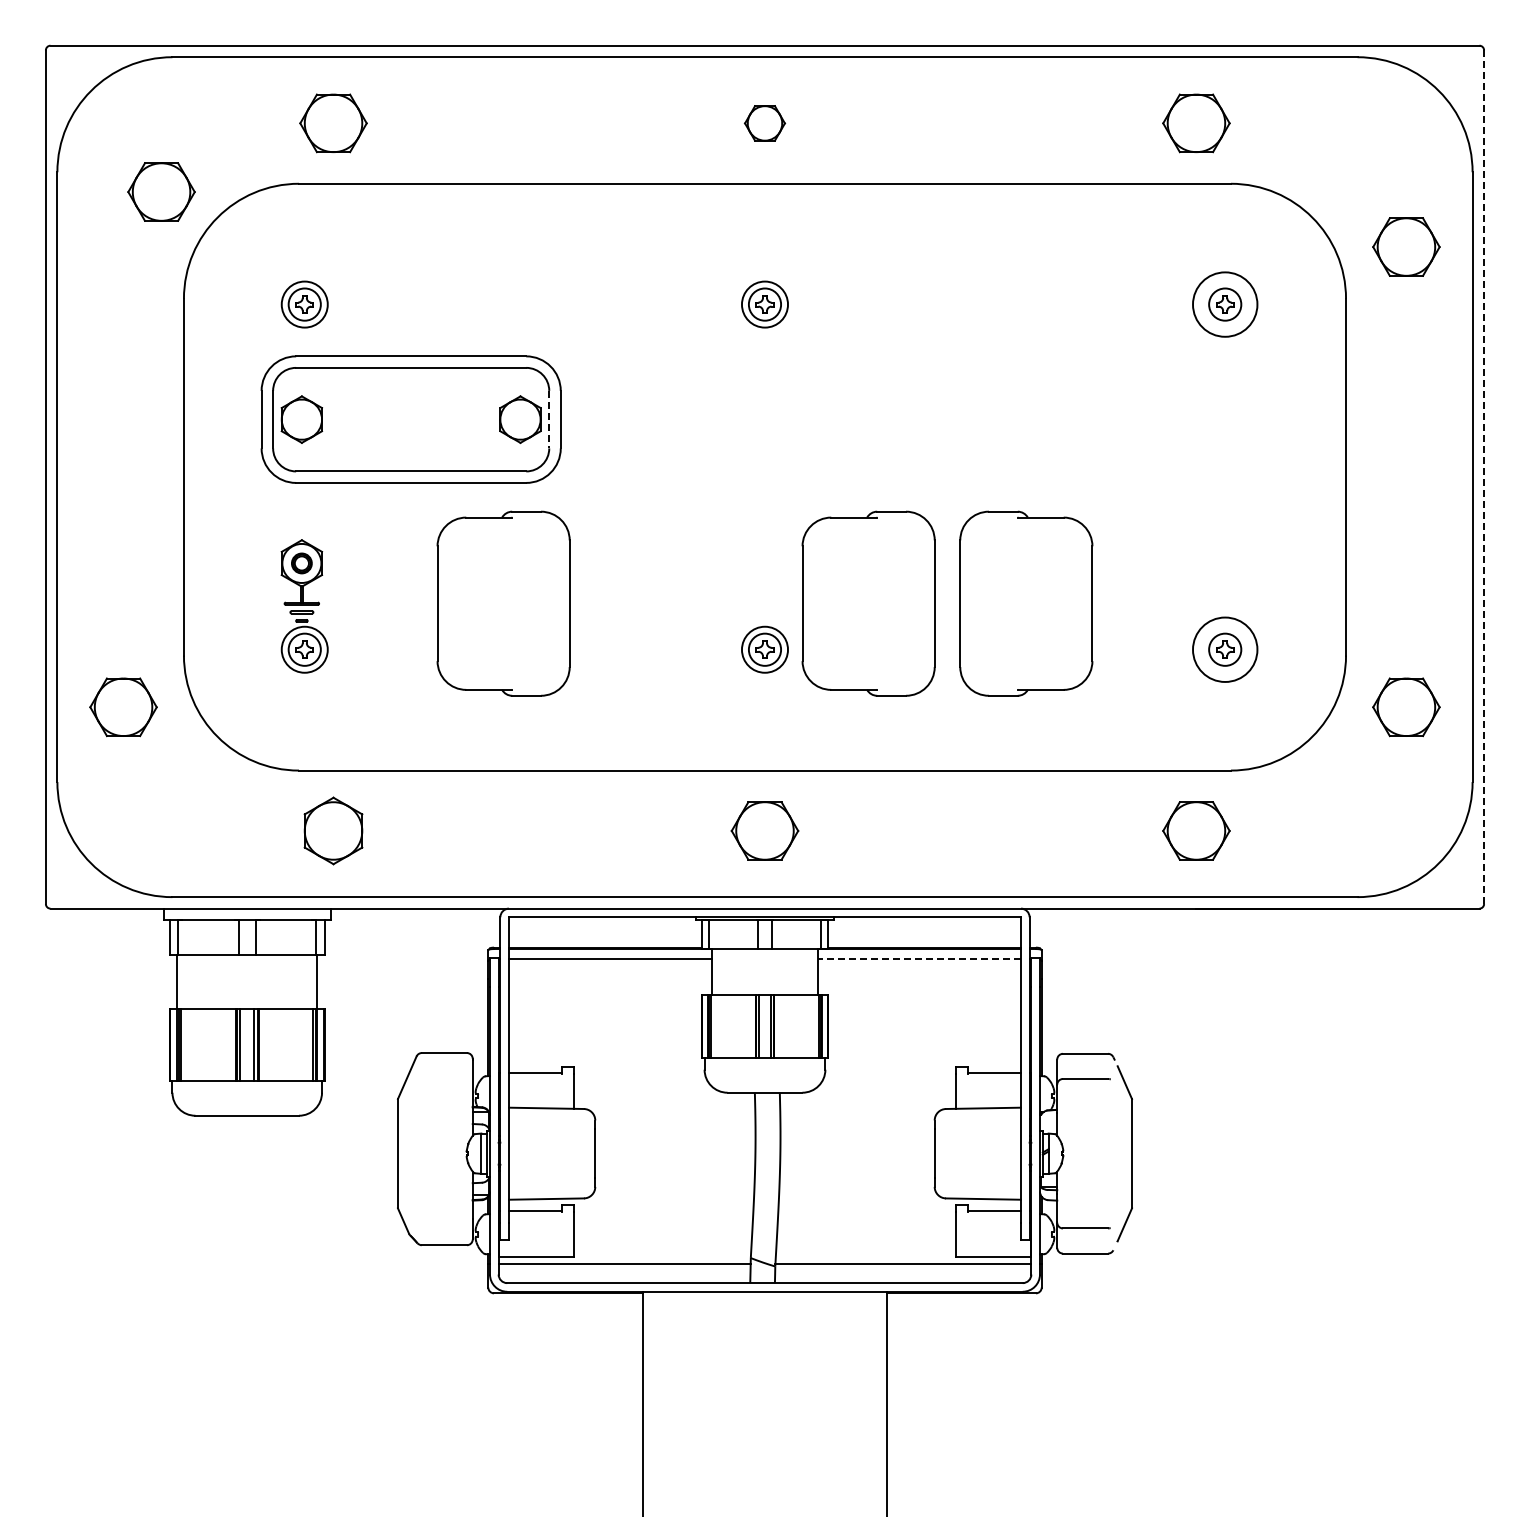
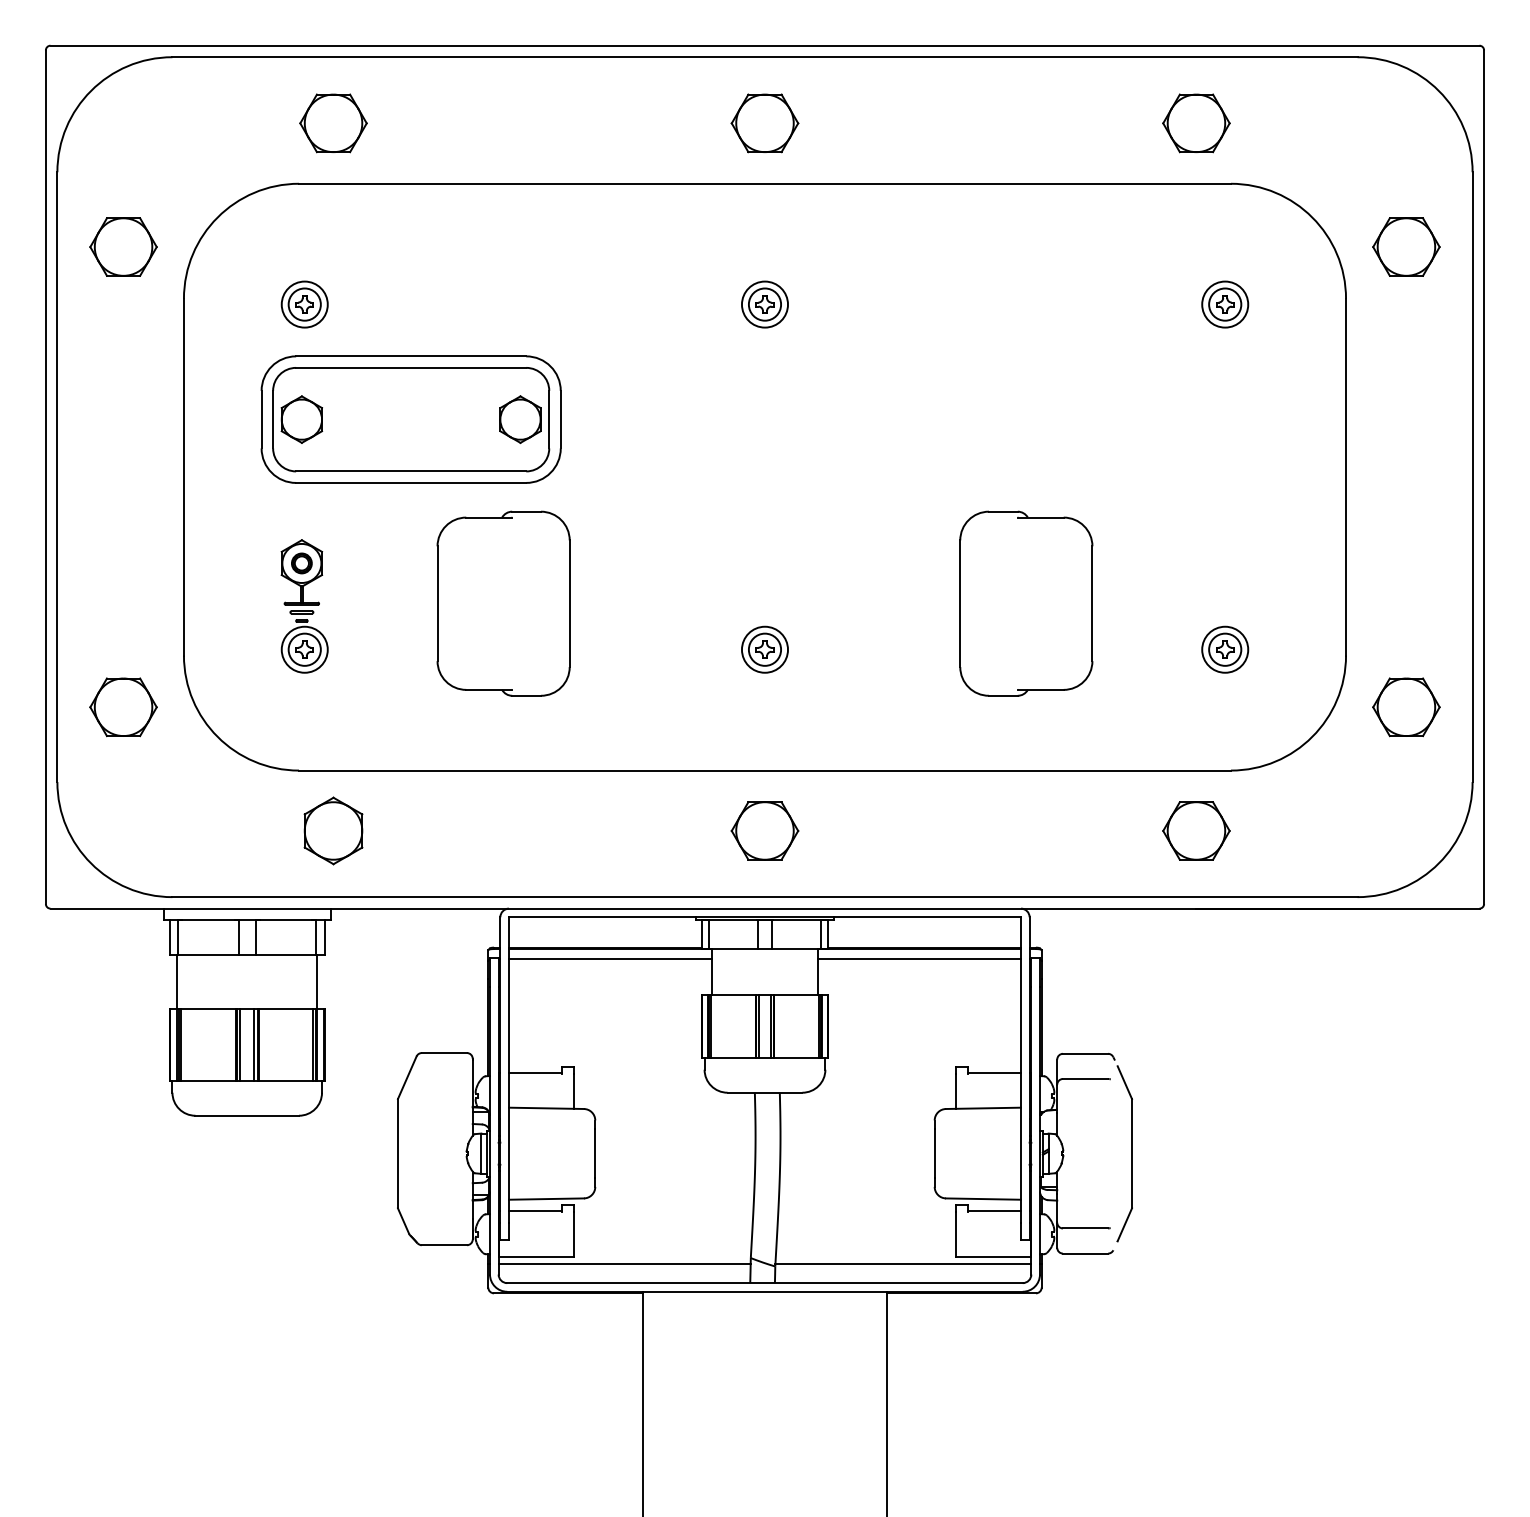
part at (764, 123) size: 44x37 px -> 70x61 px
part at (161, 191) position: (161, 191) -> (123, 246)
circle at (1225, 304) diameter: 64 px -> 46 px
line at (549, 419): dashed -> solid
line at (1484, 477): dashed -> solid
part at (868, 603): present -> none
circle at (1225, 649) diameter: 64 px -> 46 px
line at (919, 958): dashed -> solid
